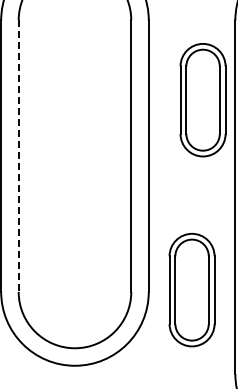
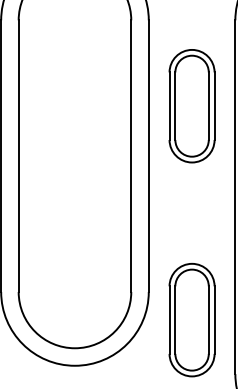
part at (202, 100) position: (202, 100) -> (191, 106)
line at (18, 156): dashed -> solid
part at (191, 290) position: (191, 290) -> (191, 320)
